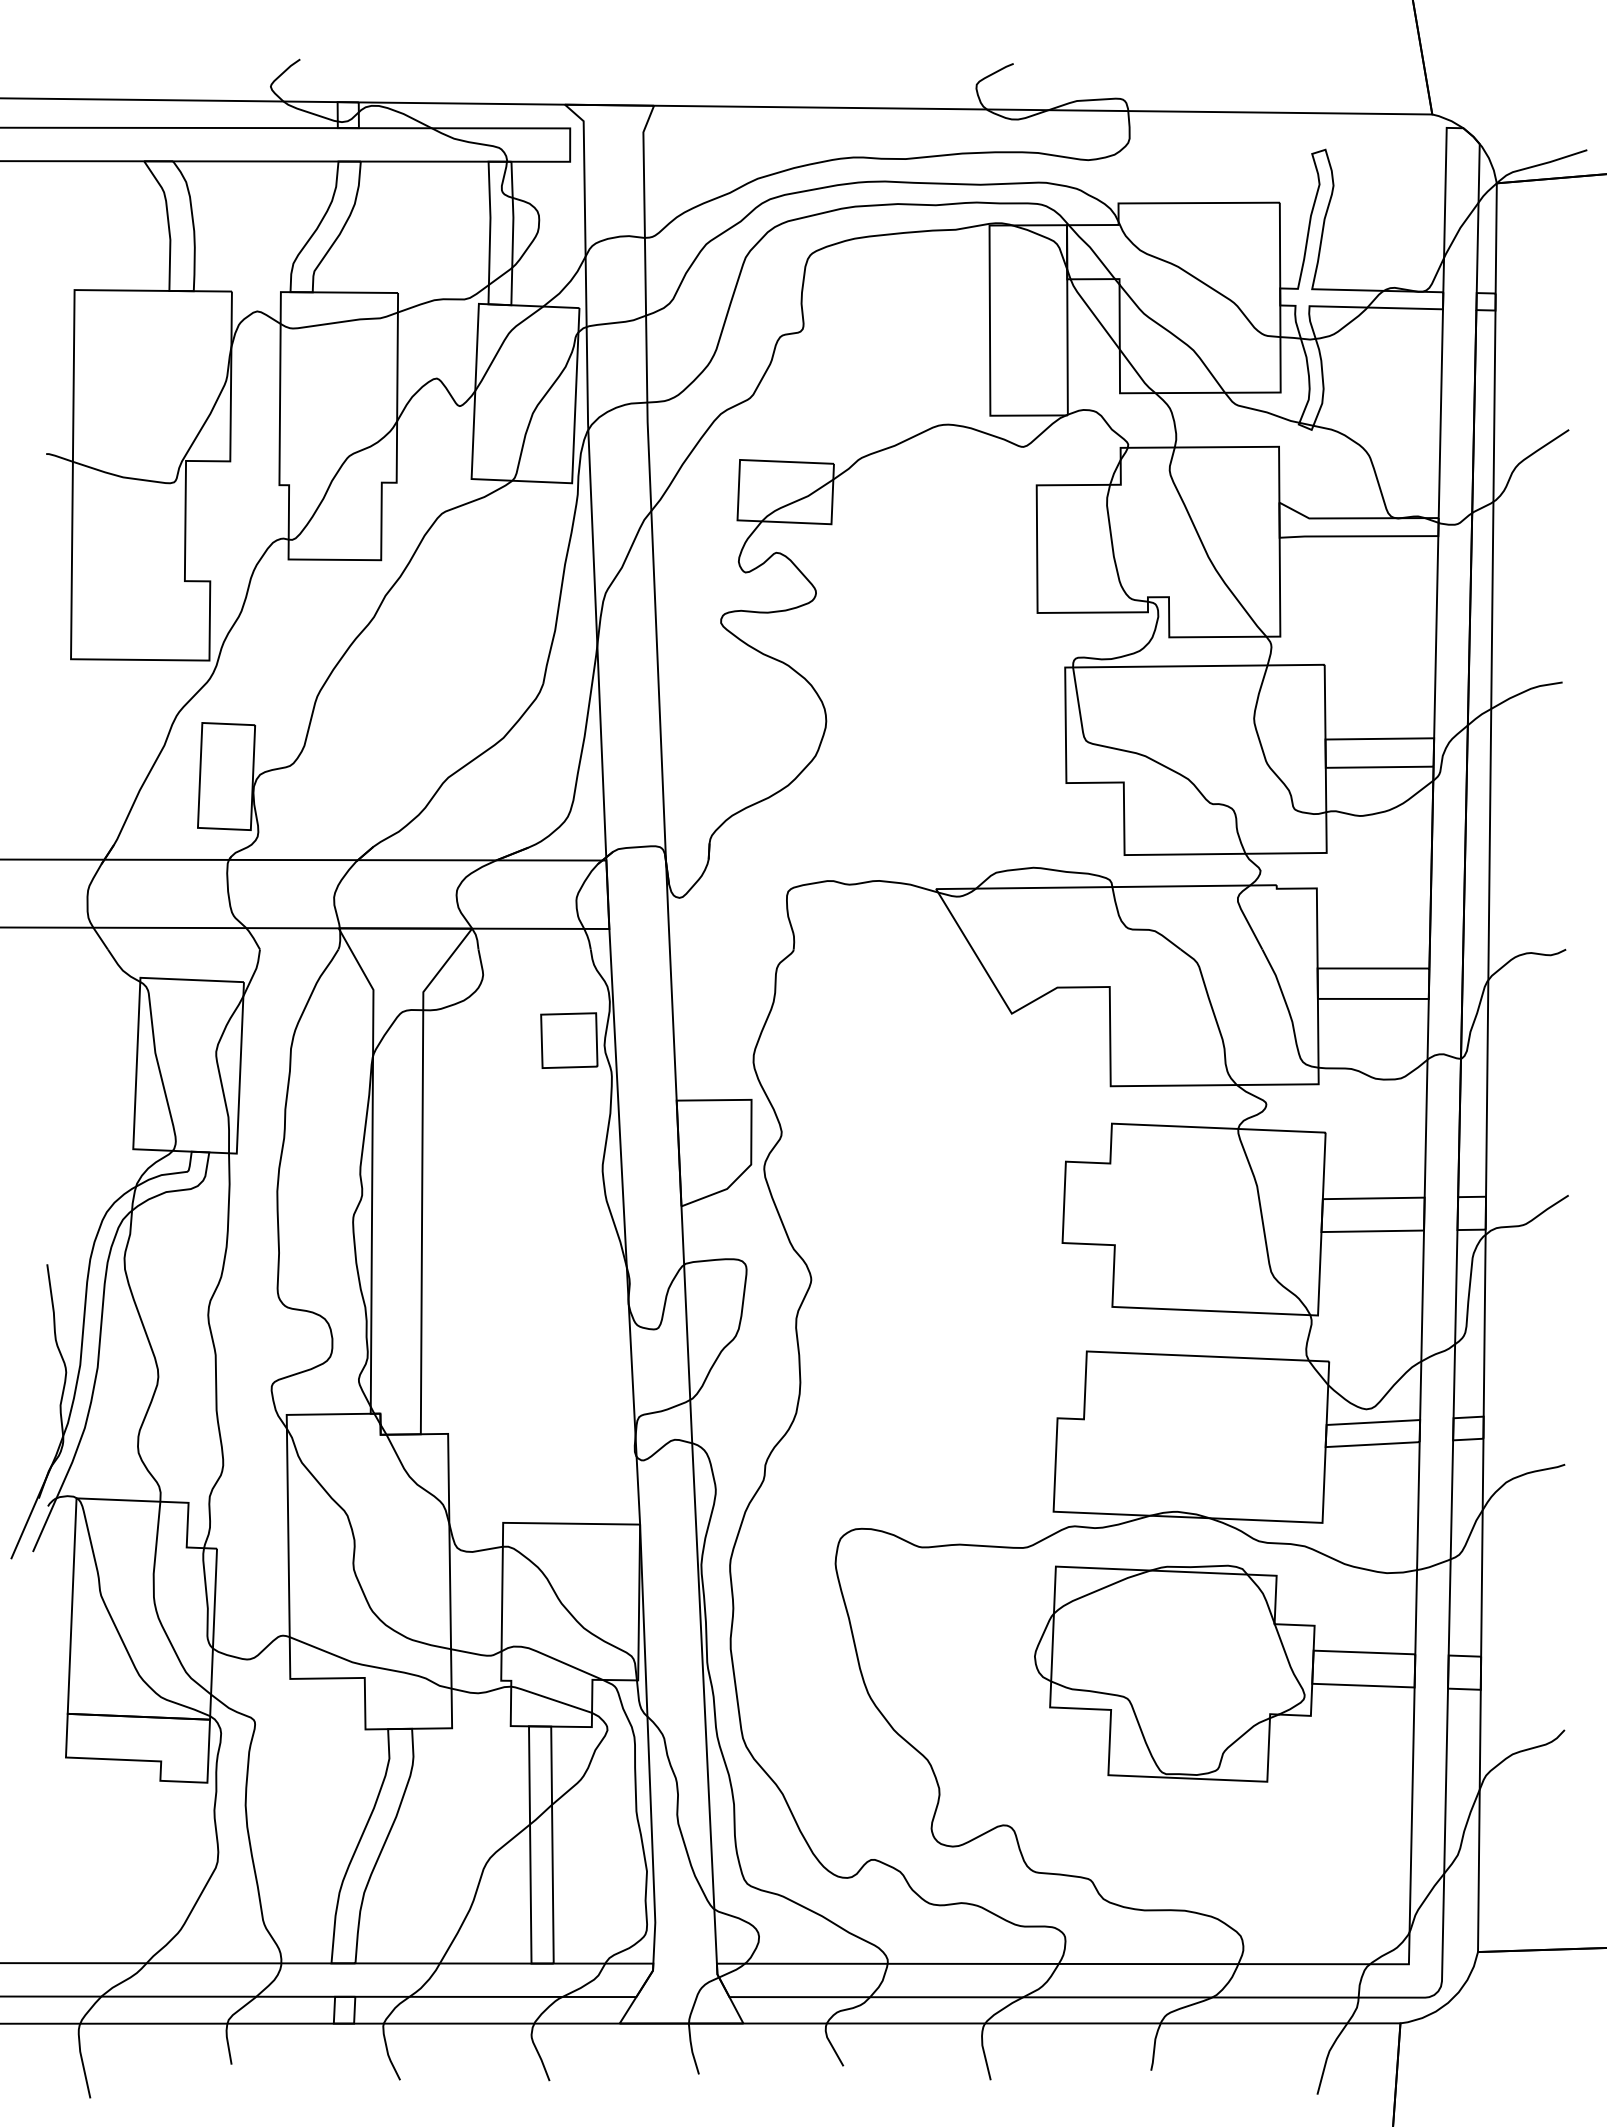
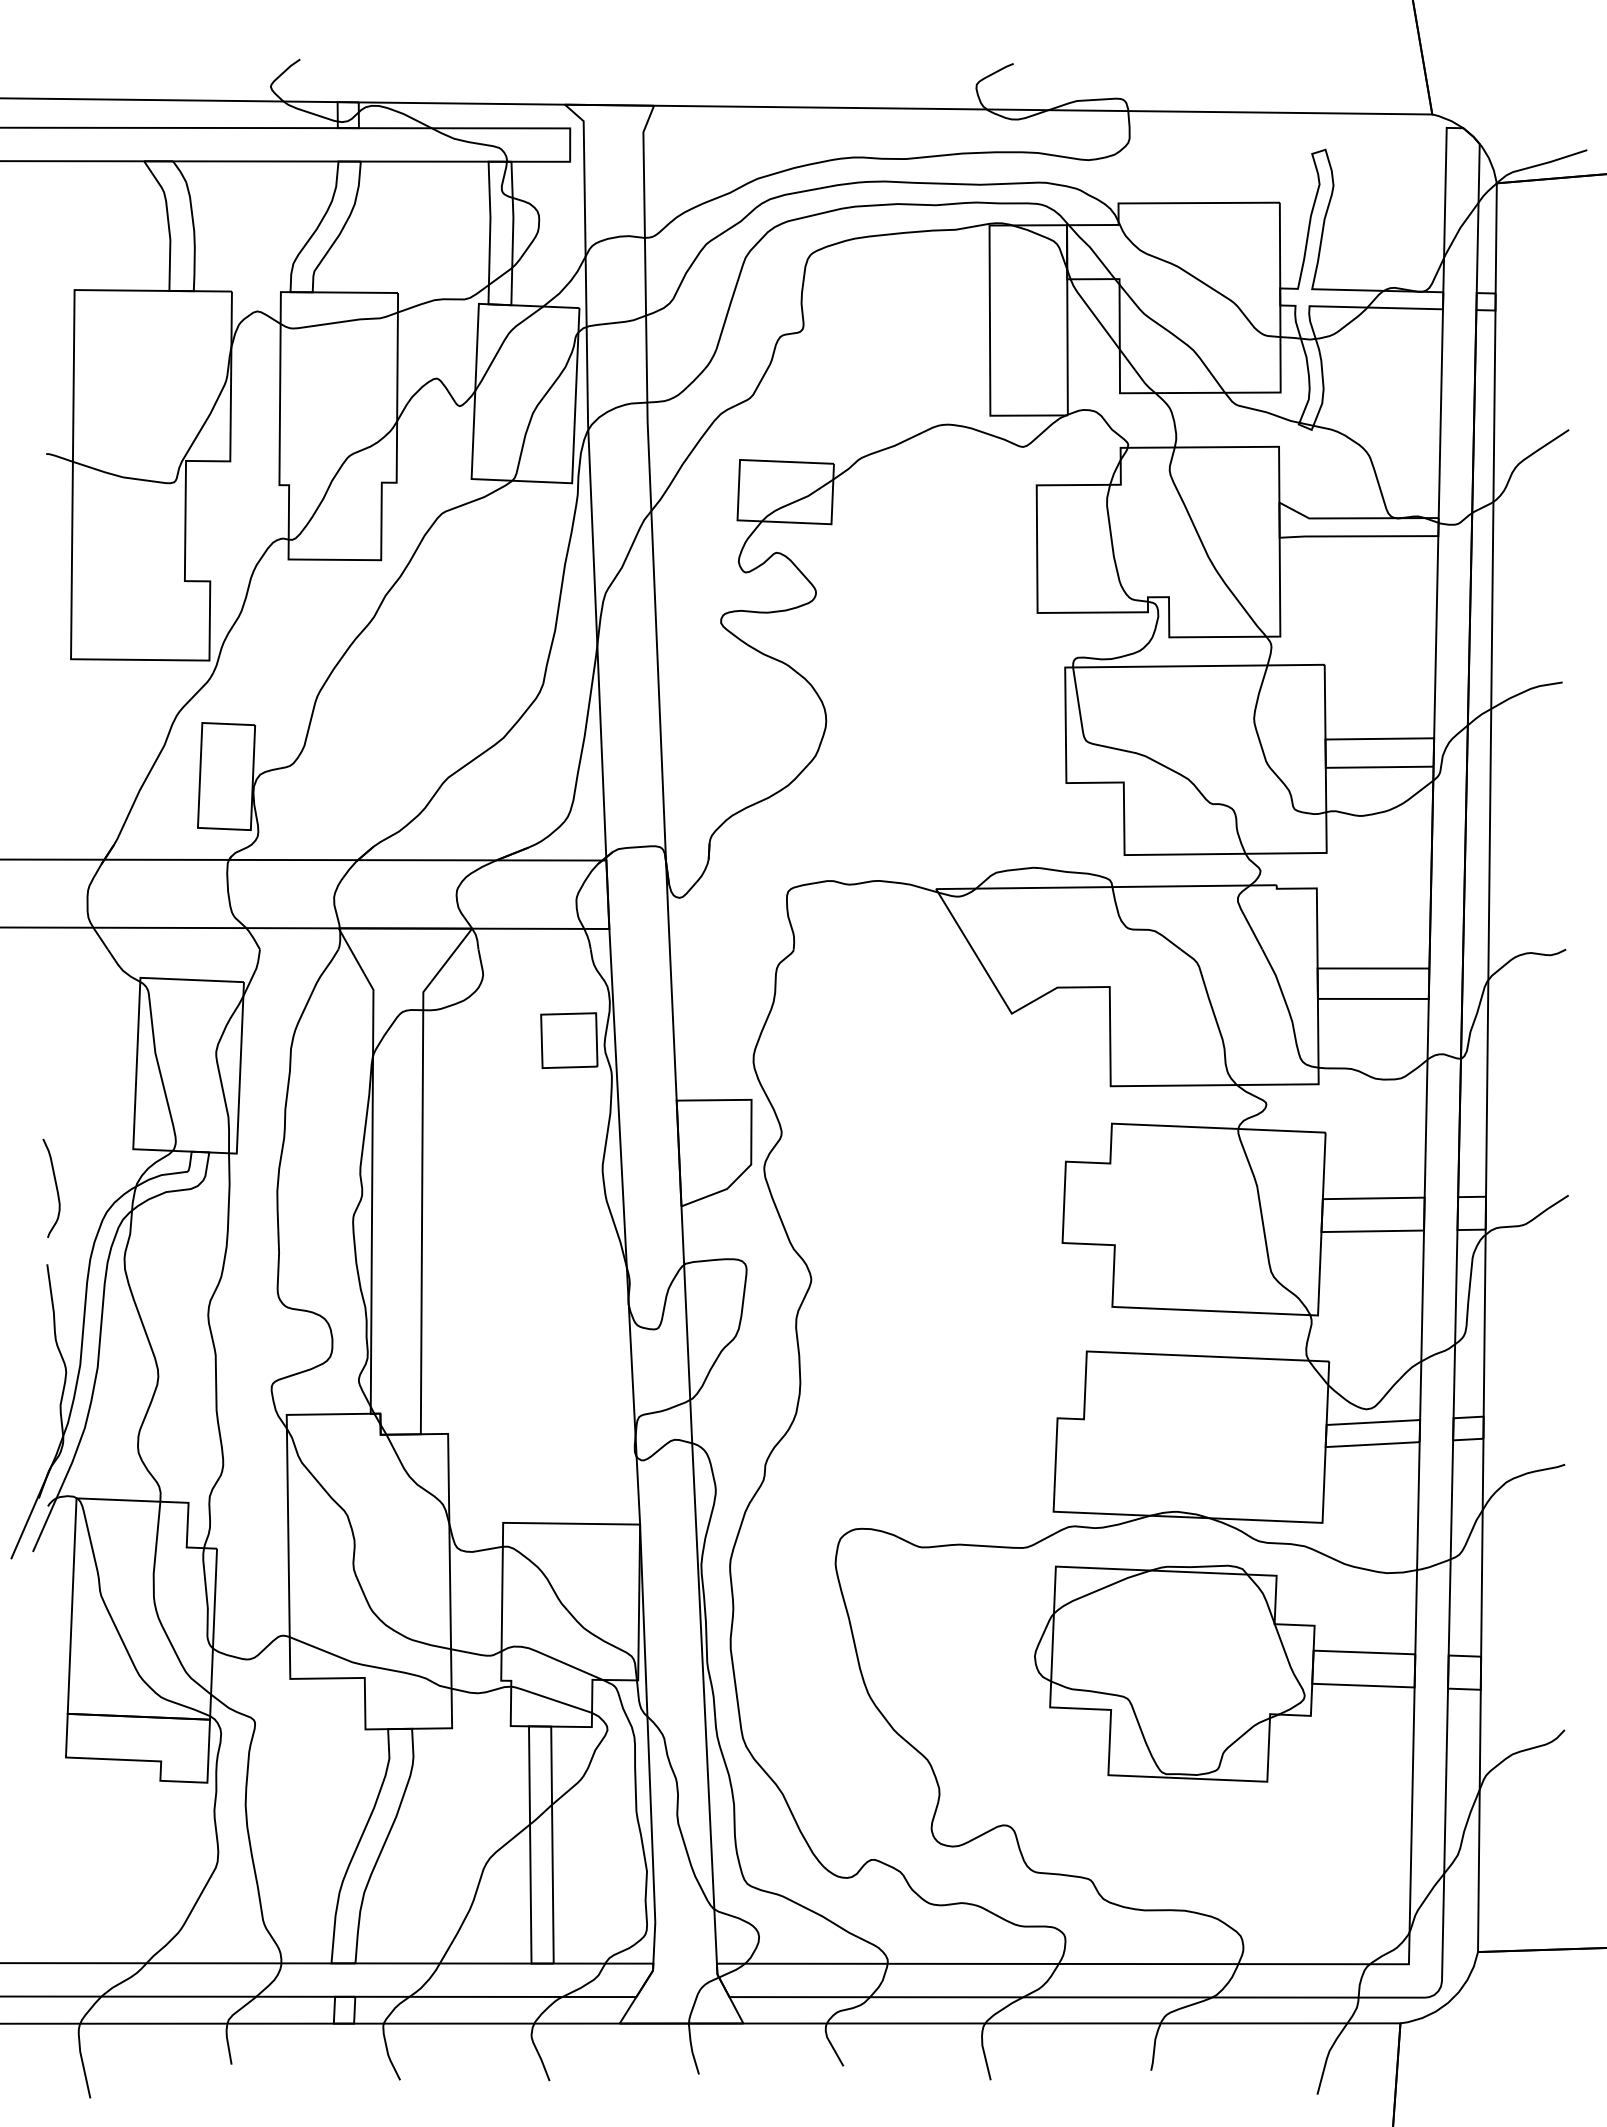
curve at (55, 1187): none -> present
